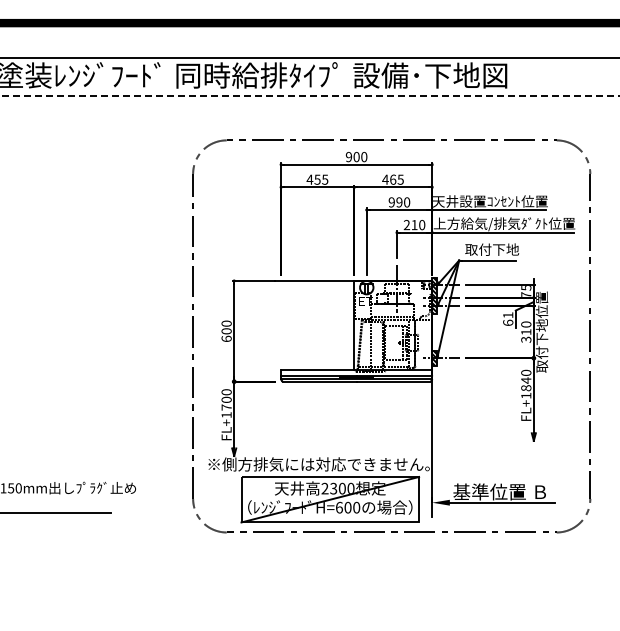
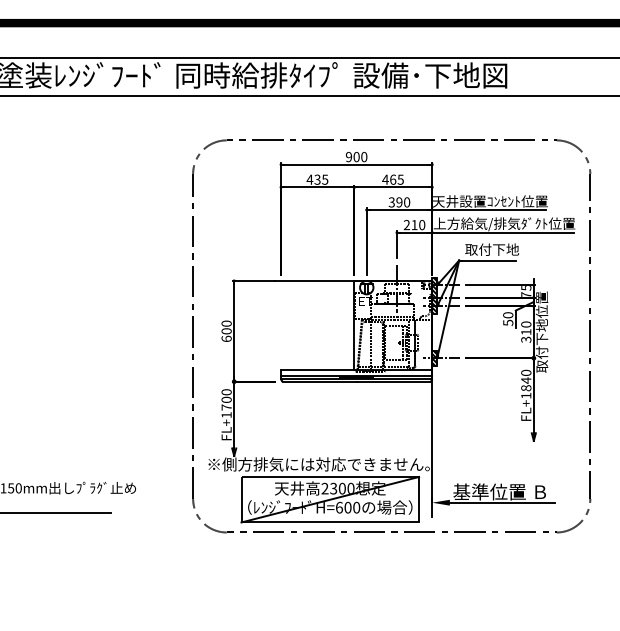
line at (310, 96): dashed -> solid
text at (317, 179): 455 -> 435
text at (391, 202): 990 -> 390
text at (508, 318): 61 -> 50
